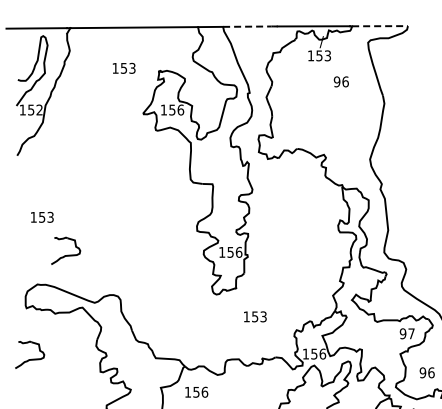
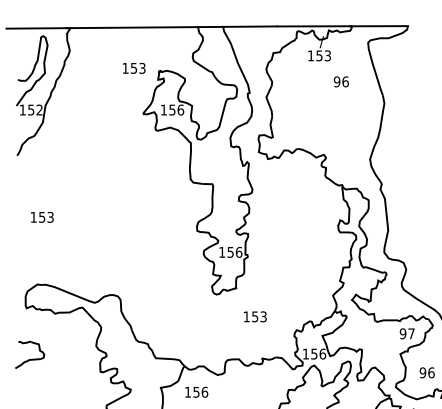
line at (248, 26): dashed -> solid
line at (380, 26): dashed -> solid
text at (123, 67) position: (123, 67) -> (133, 67)
part at (66, 250): present -> none
